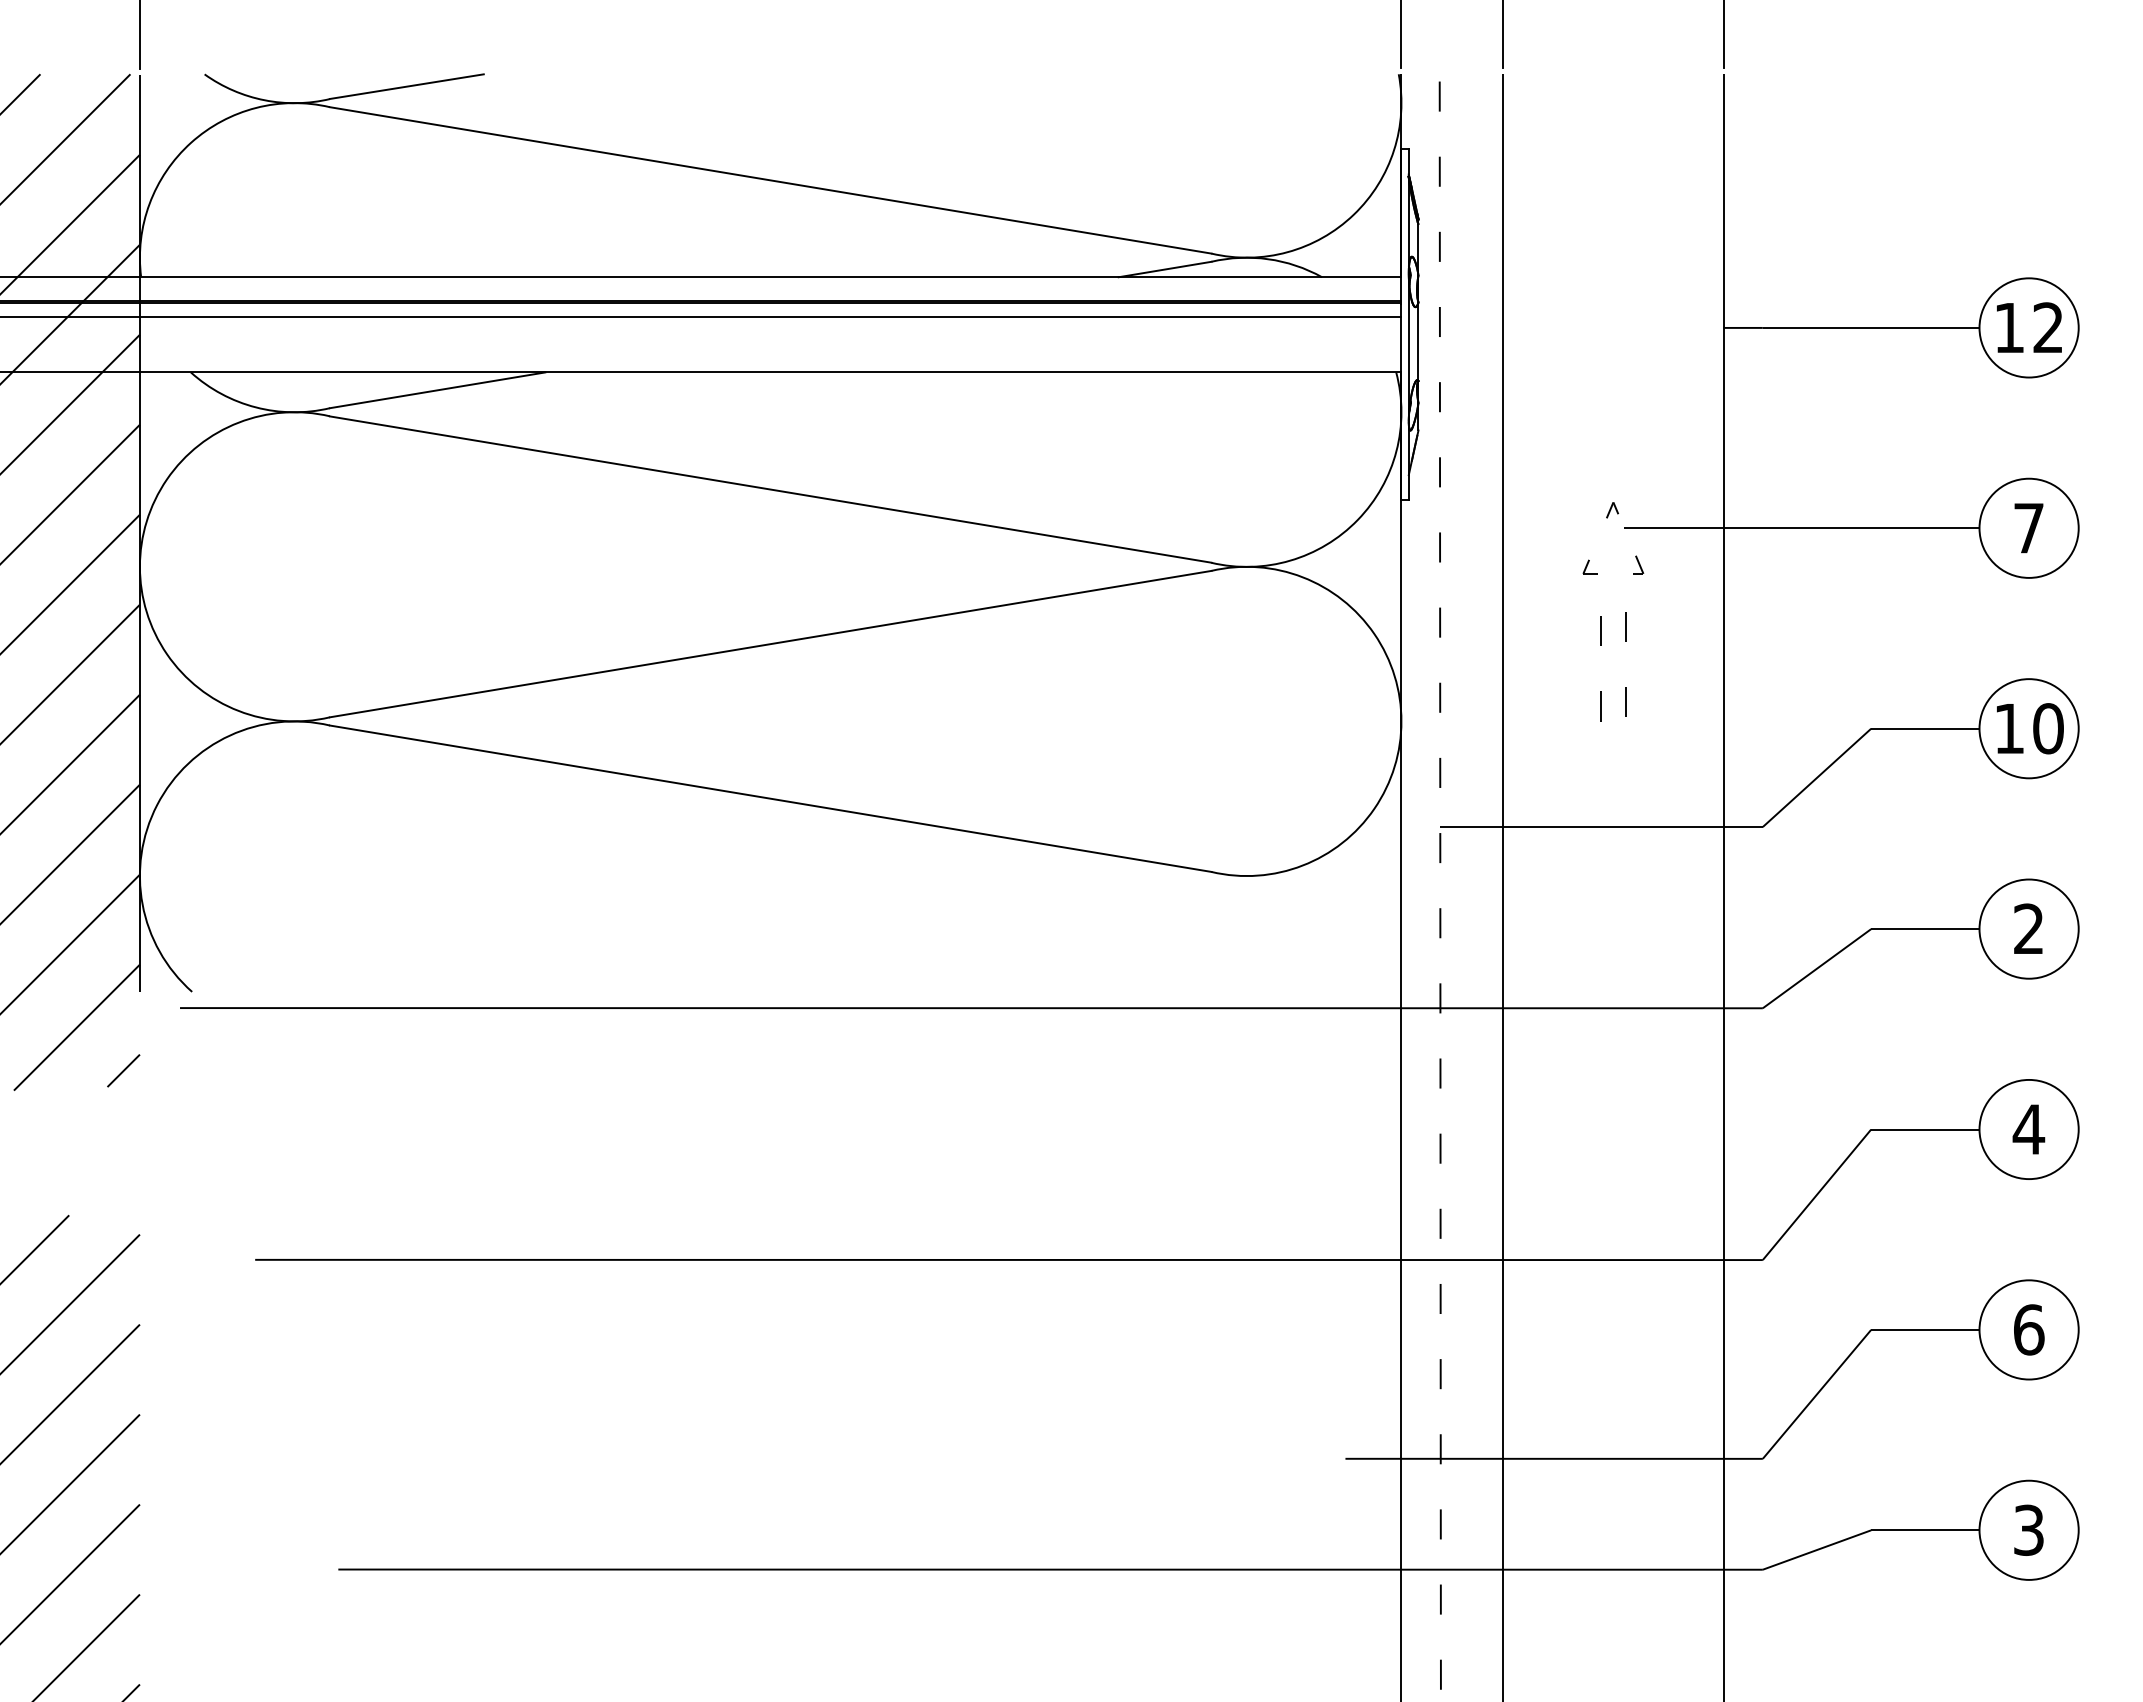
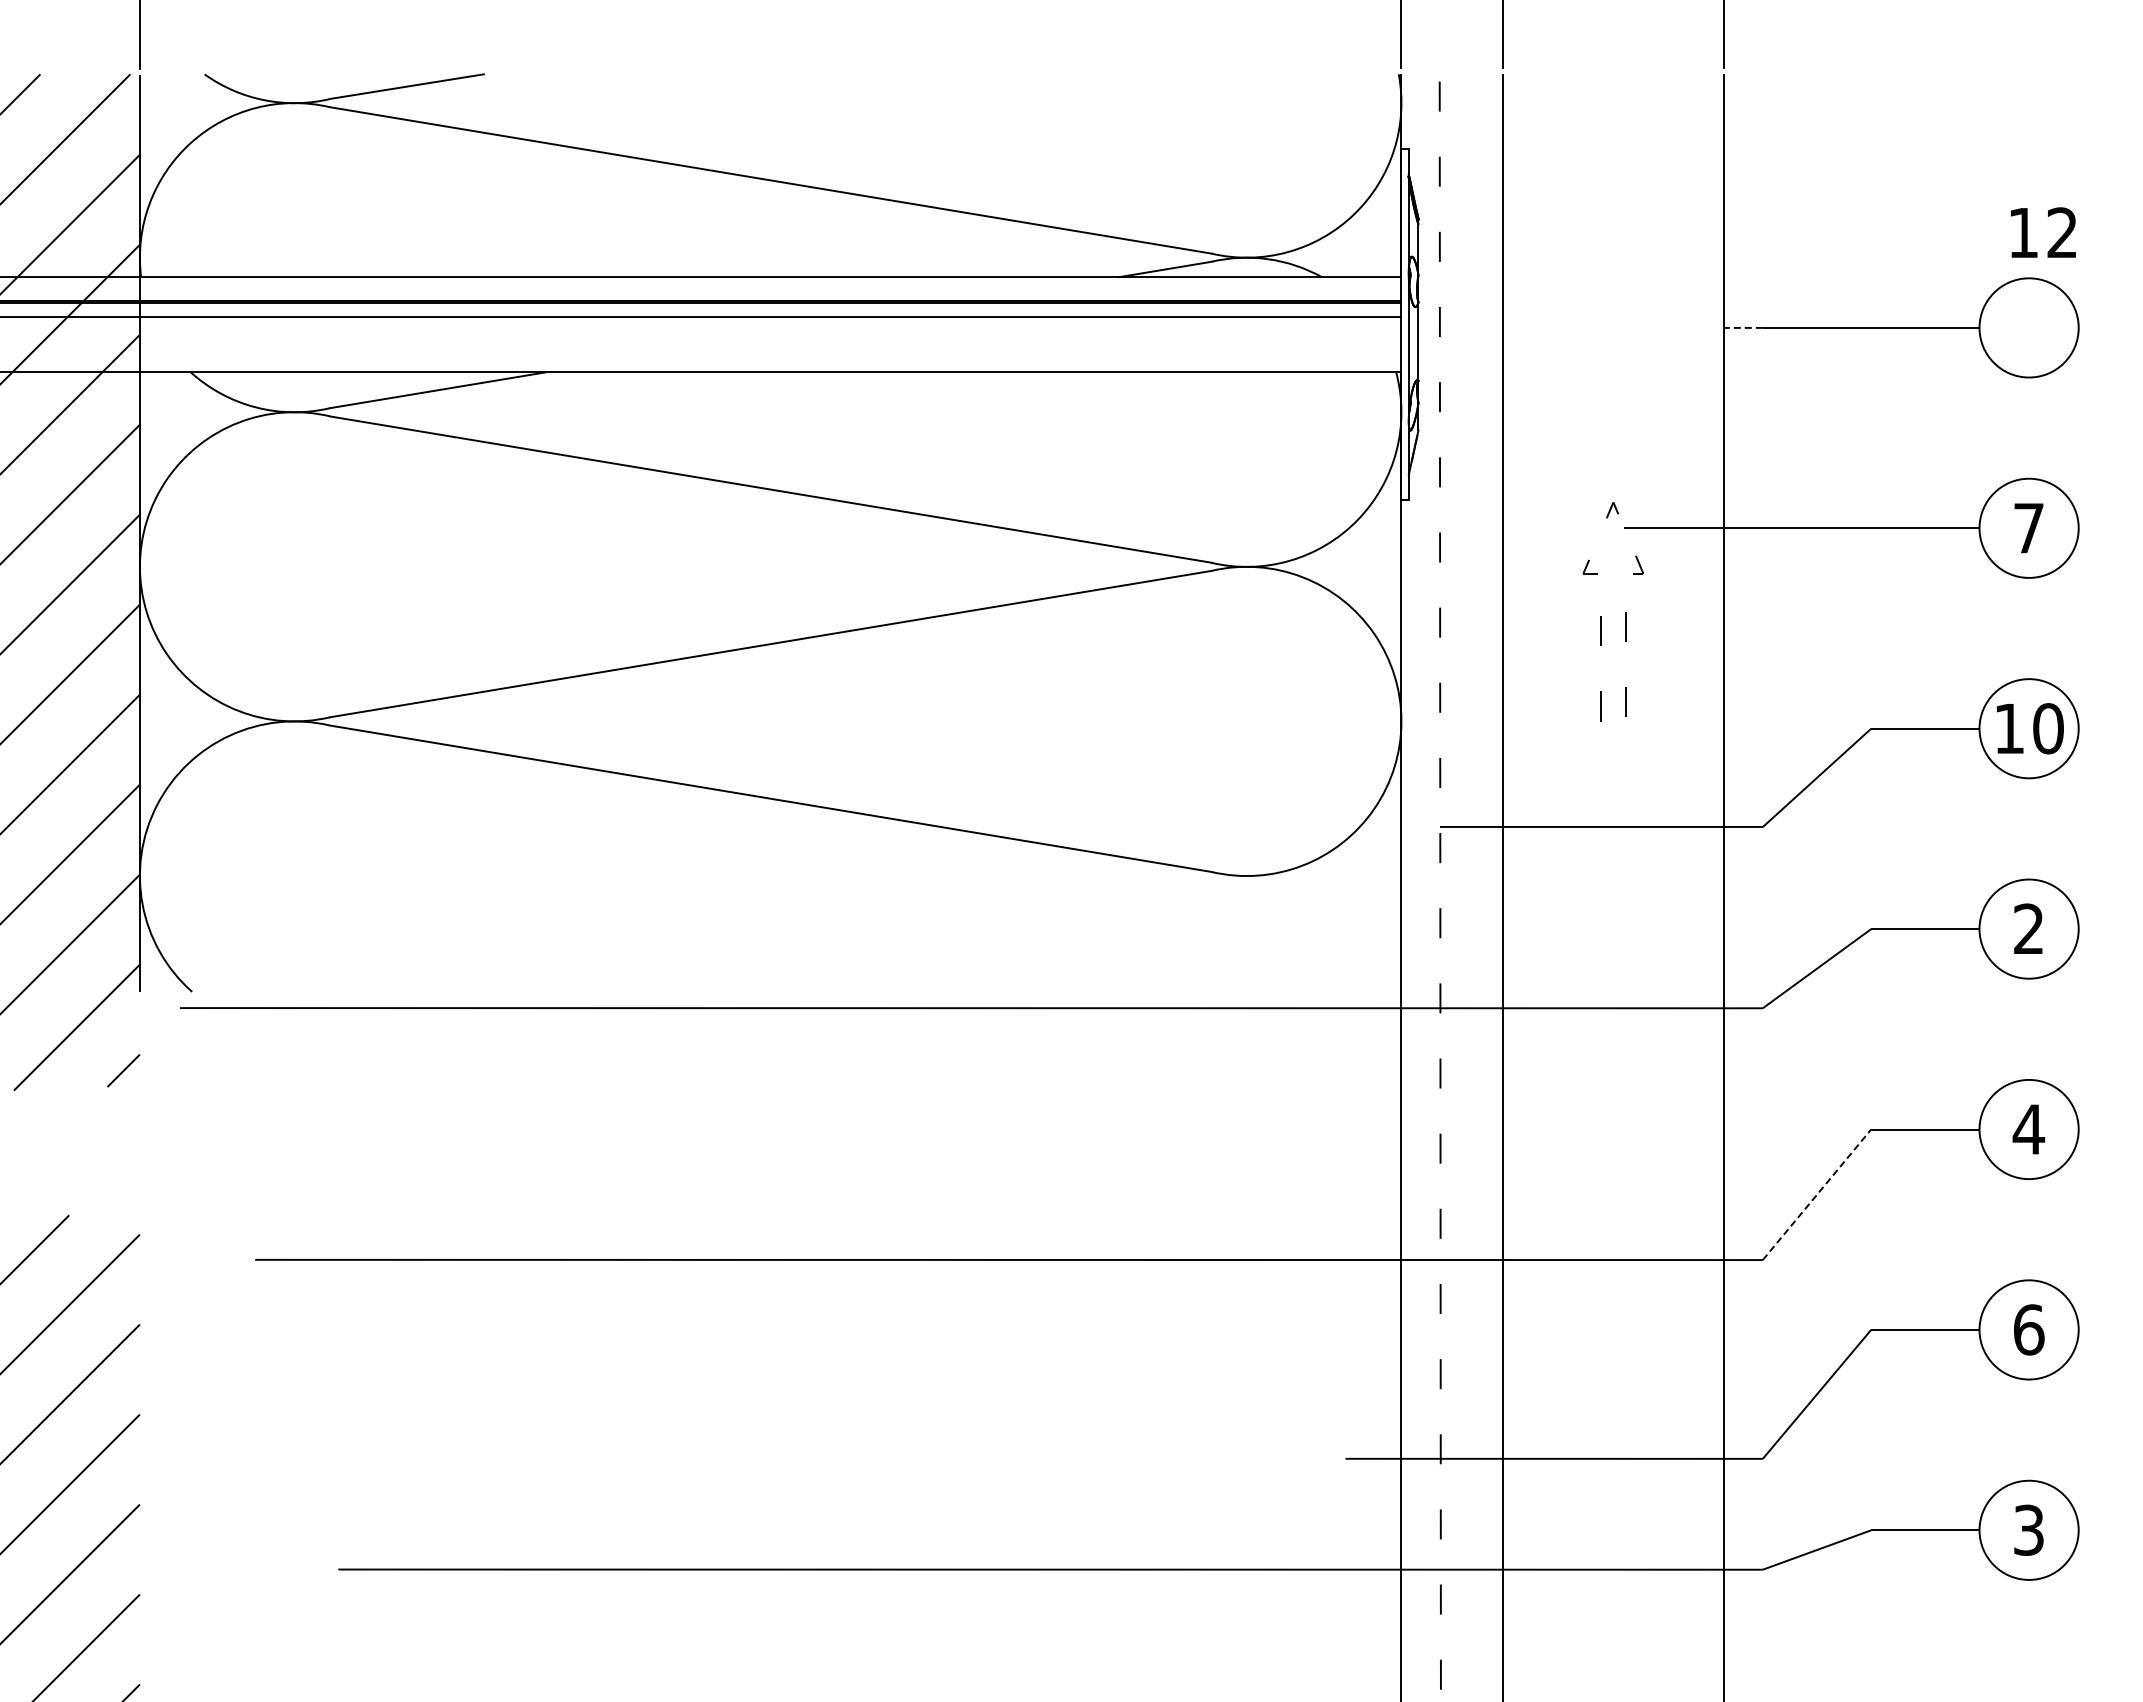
line at (1743, 327): solid -> dashed
text at (2029, 327) position: (2029, 327) -> (2043, 232)
line at (1817, 1194): solid -> dashed
